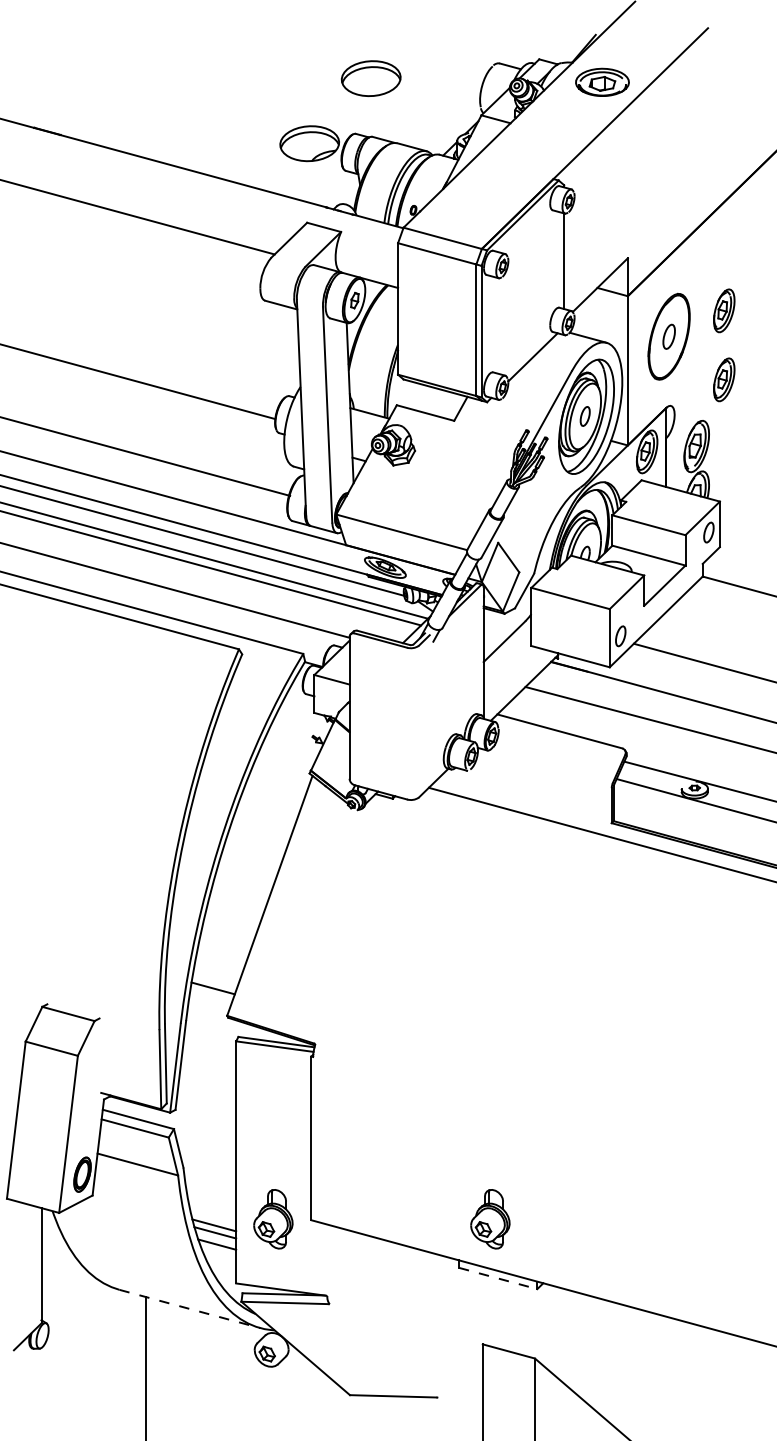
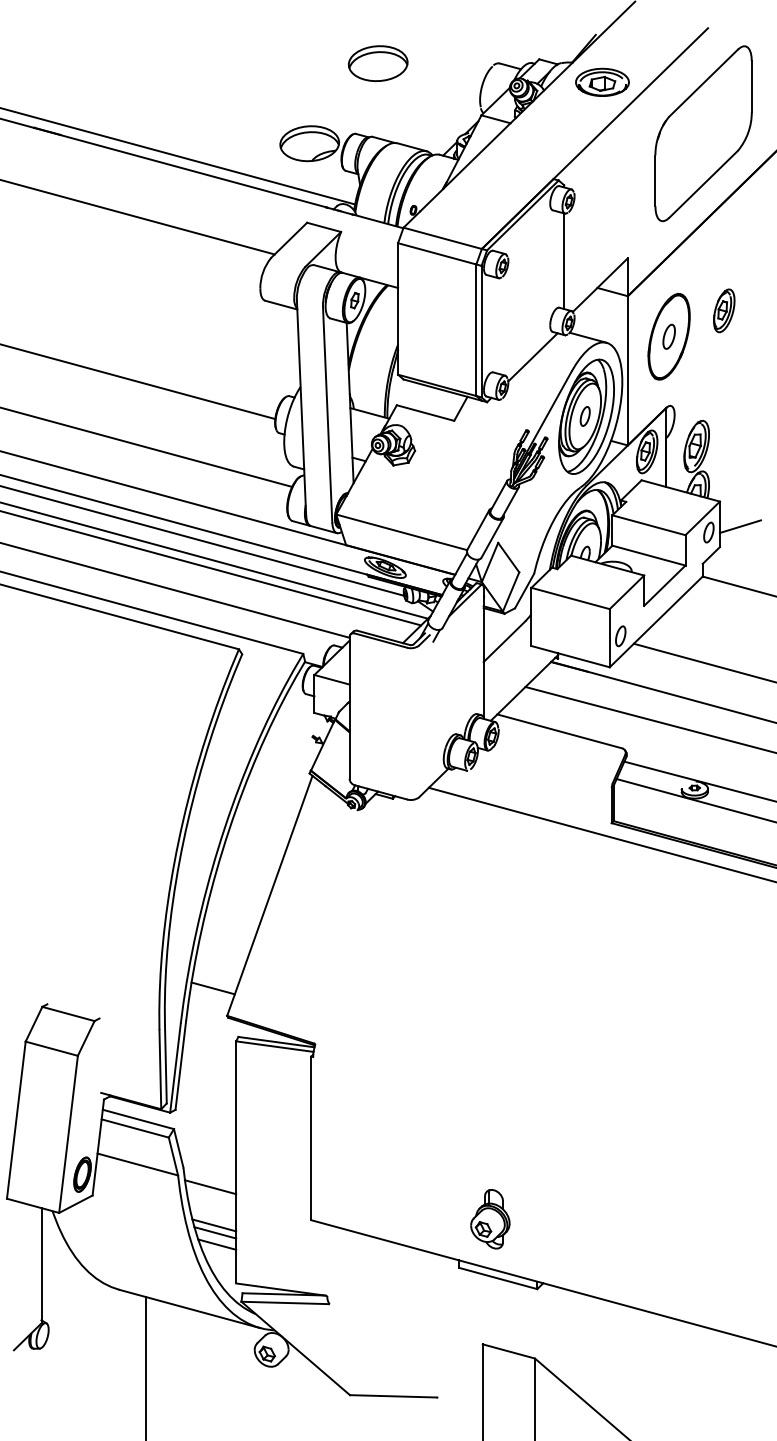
part at (370, 78) position: (370, 78) -> (377, 63)
part at (703, 133): none -> present
line at (178, 156): none -> present
part at (724, 379): present -> none
line at (146, 456) position: (146, 456) -> (147, 447)
line at (740, 526): none -> present
line at (210, 1187): none -> present
part at (273, 1219): present -> none
line at (498, 1278): dashed -> solid
line at (190, 1309): dashed -> solid
